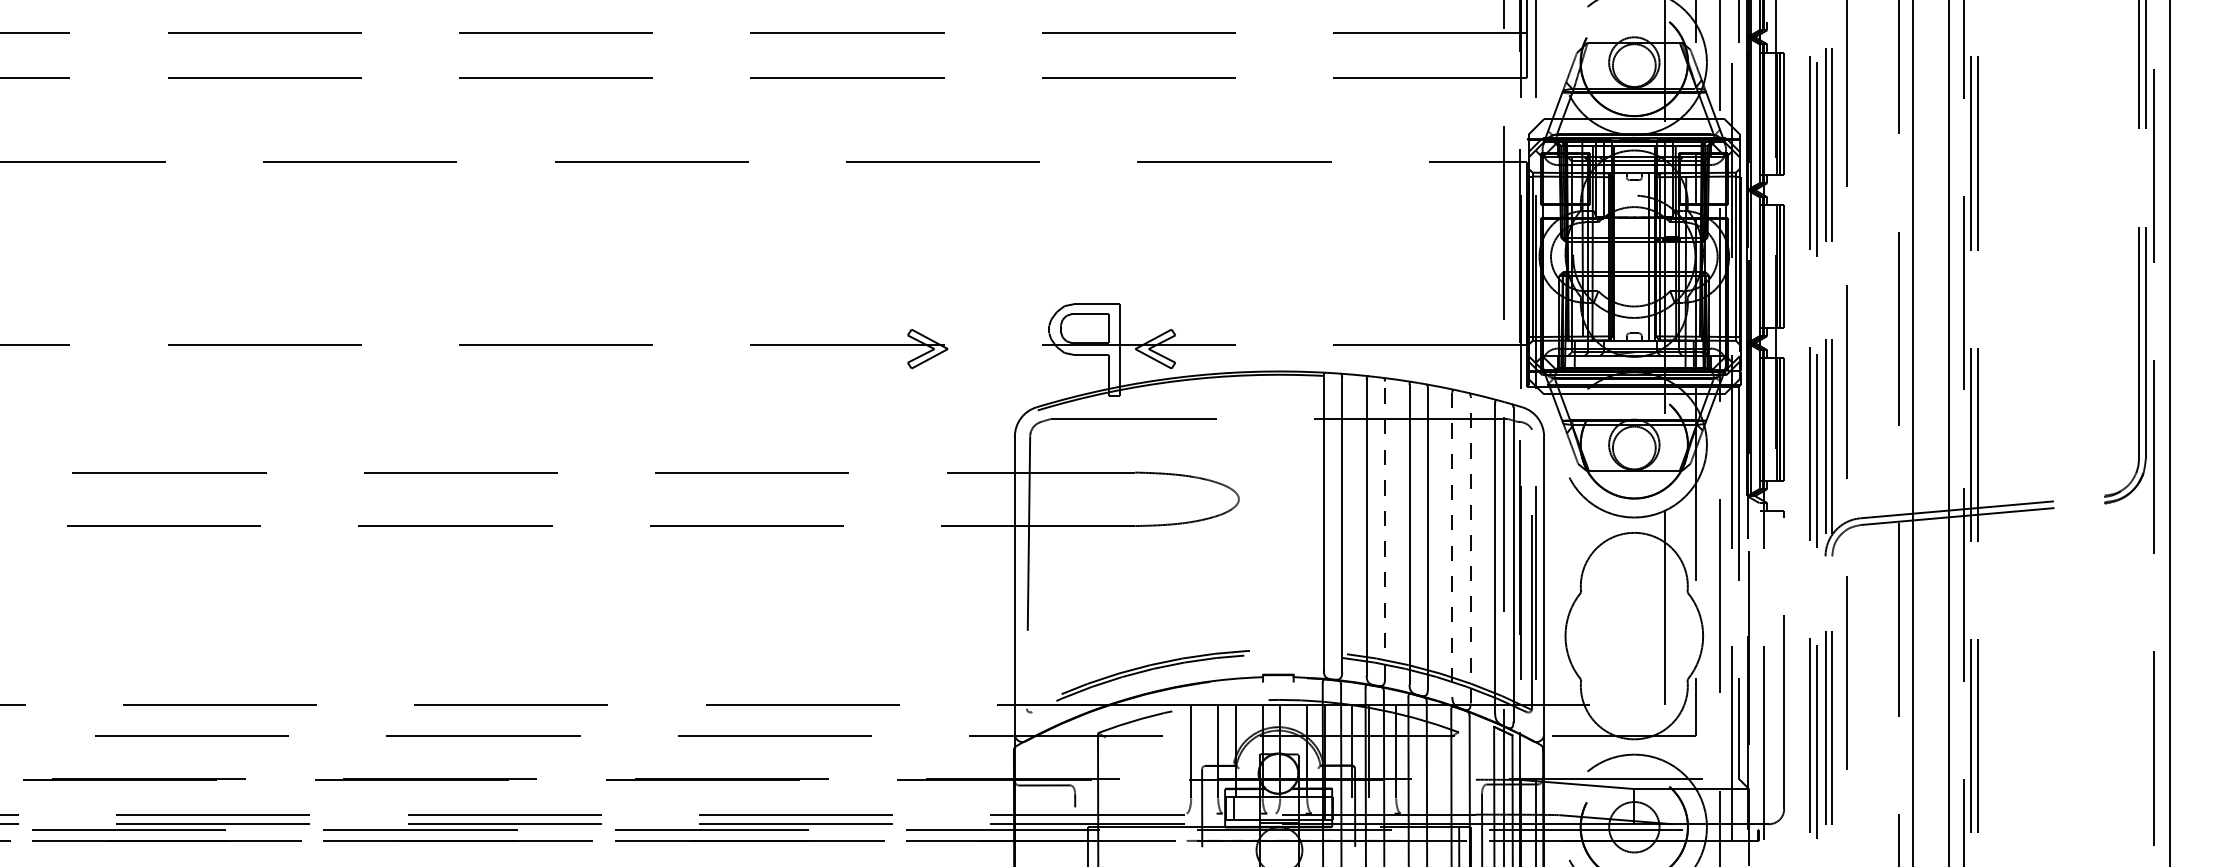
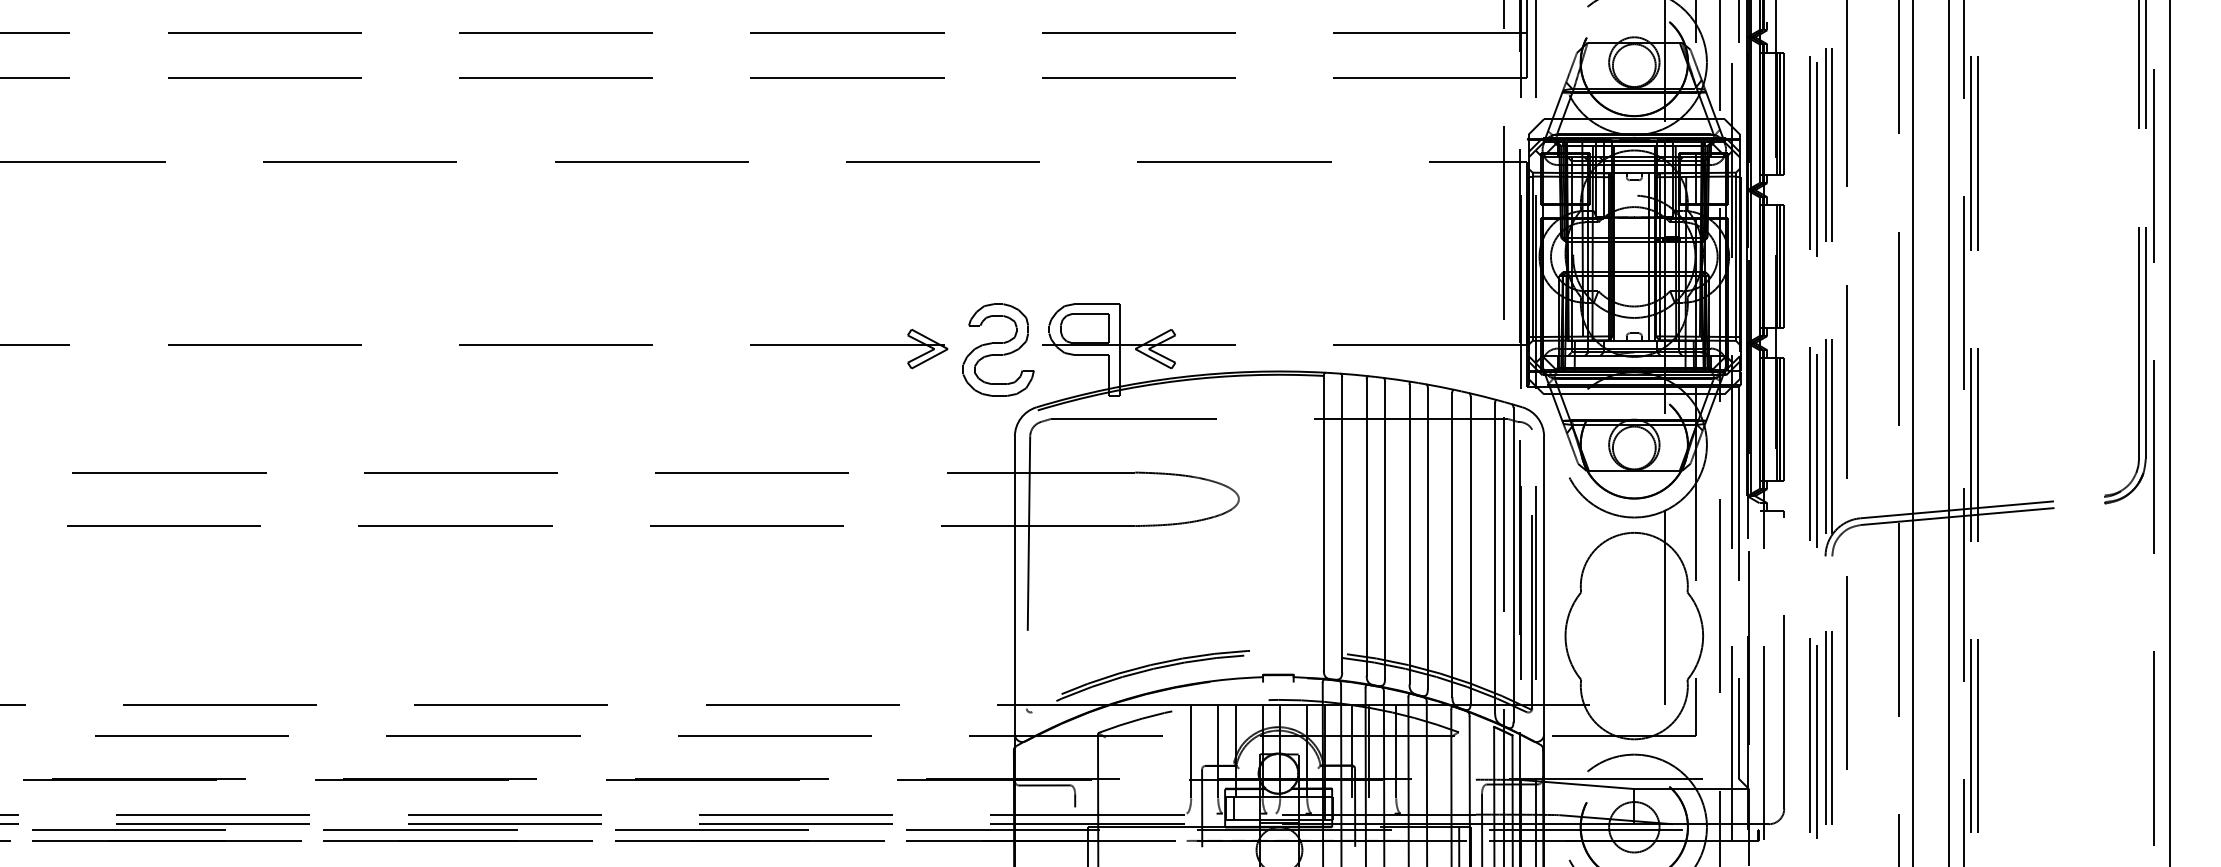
part at (998, 349): none -> present
line at (1385, 530): dashed -> solid
line at (1452, 545): dashed -> solid
line at (1470, 549): dashed -> solid
